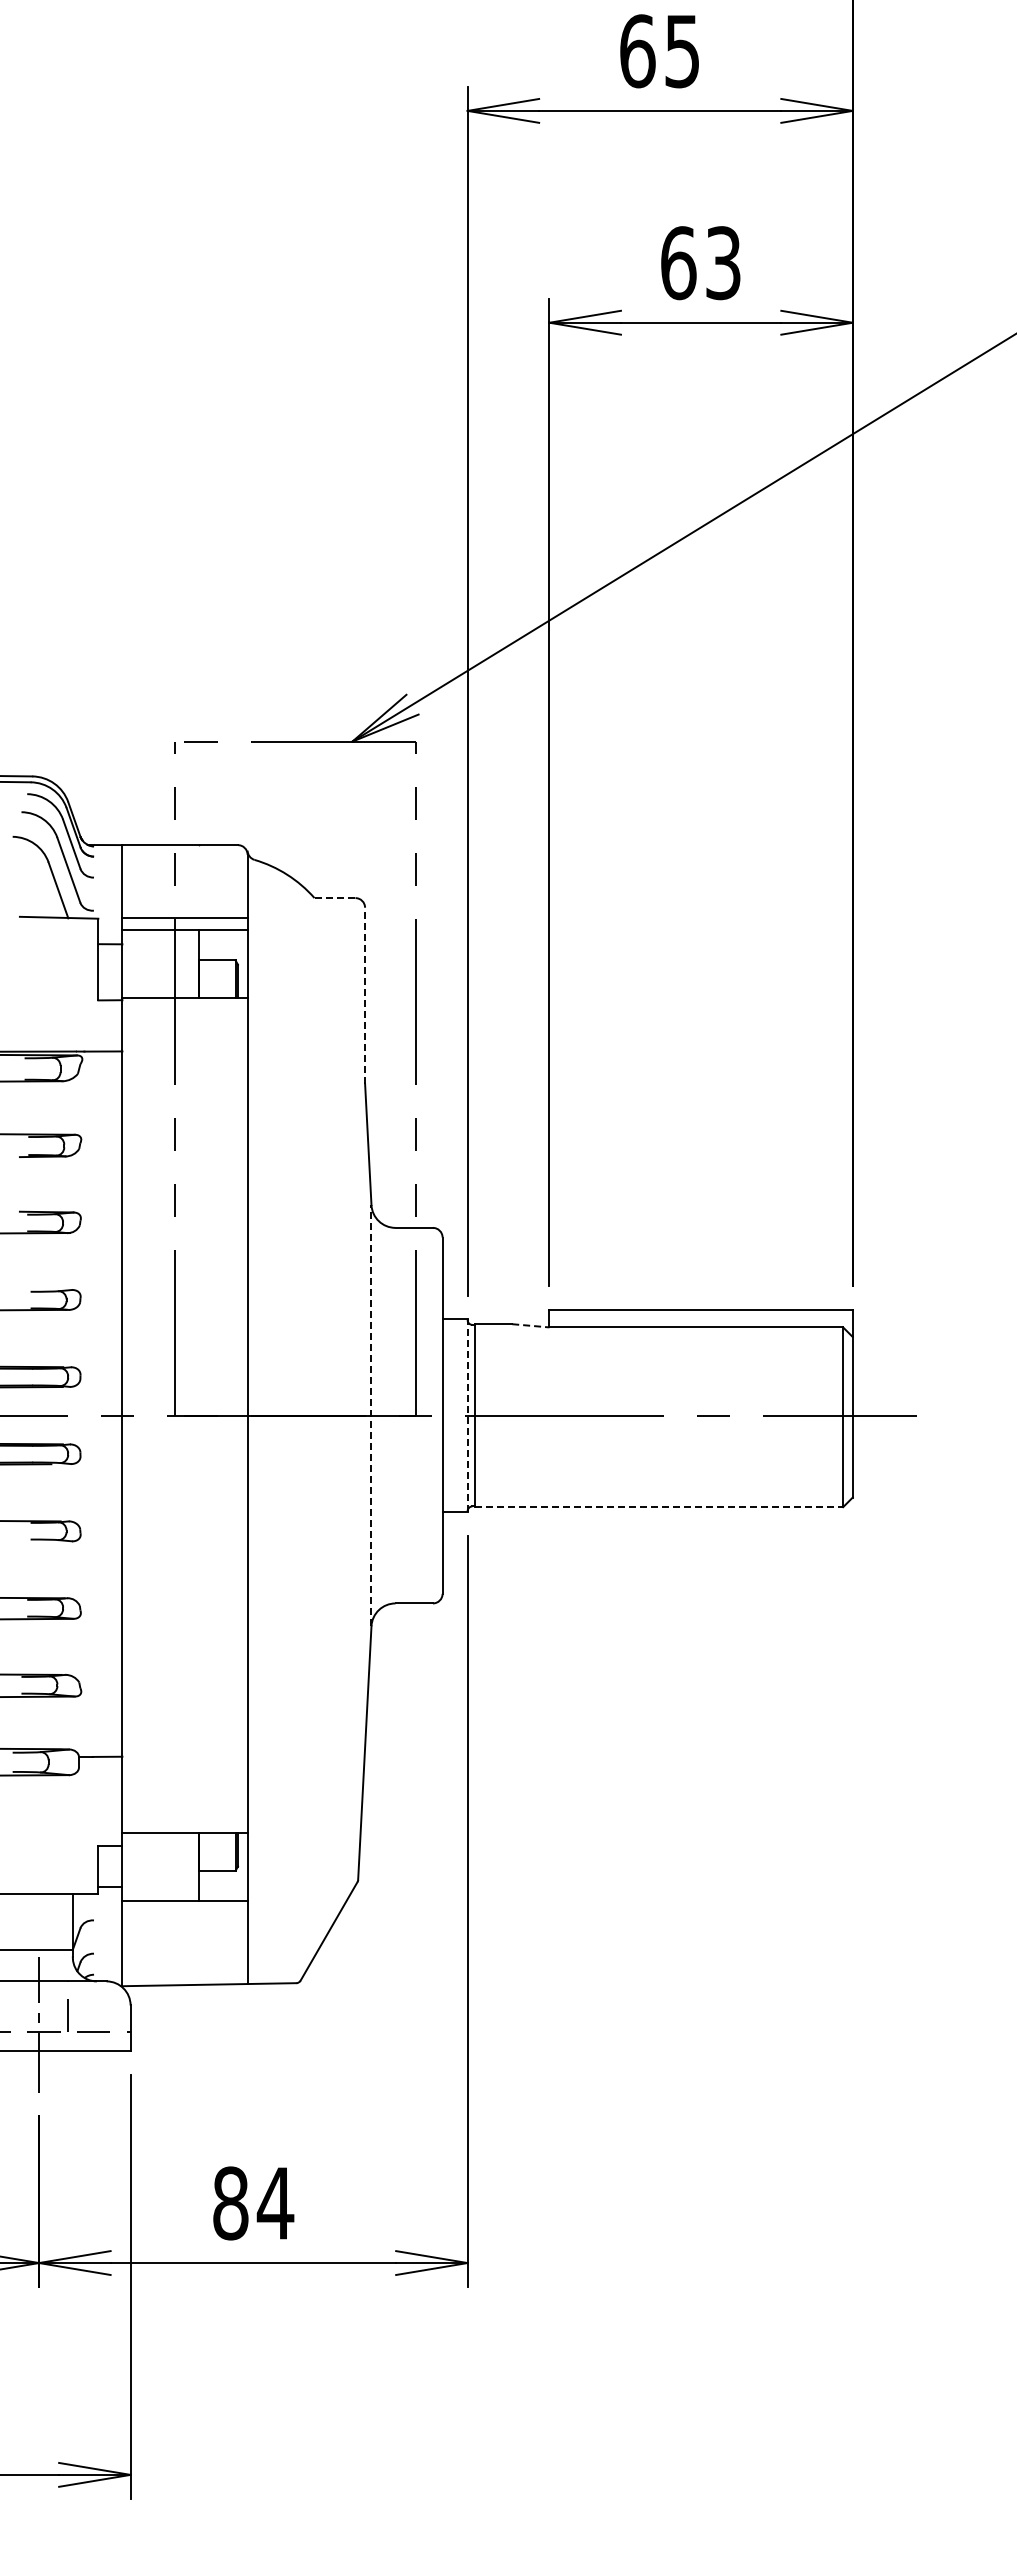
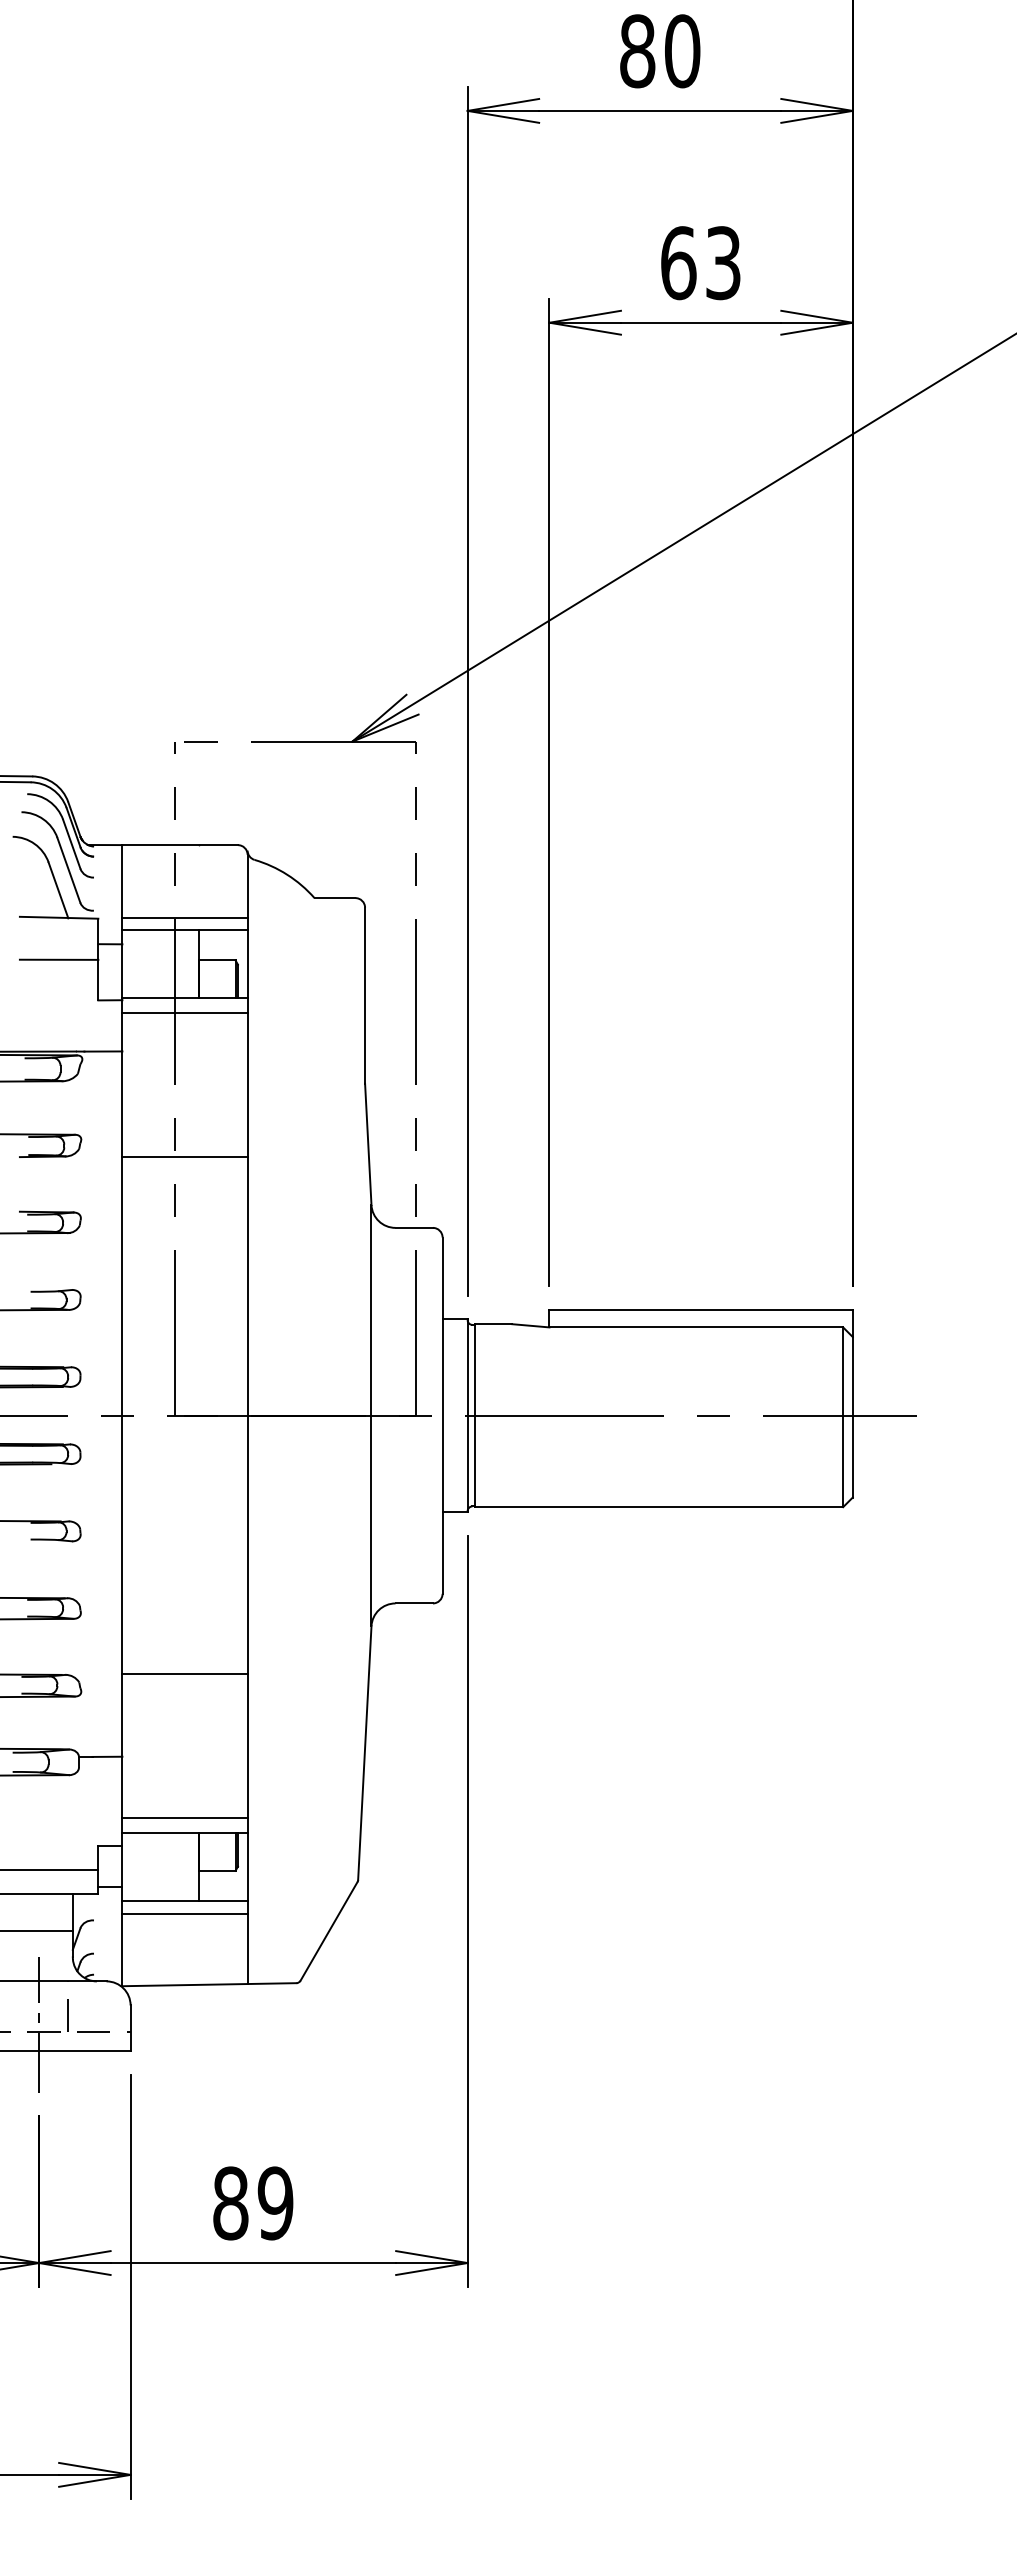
text at (660, 51): 65 -> 80
line at (334, 898): dashed -> solid
line at (58, 959): none -> present
line at (365, 995): dashed -> solid
line at (184, 1013): none -> present
line at (184, 1157): none -> present
line at (530, 1325): dashed -> solid
line at (371, 1415): dashed -> solid
line at (467, 1415): dashed -> solid
line at (659, 1507): dashed -> solid
line at (184, 1674): none -> present
line at (184, 1818): none -> present
line at (50, 1869): none -> present
line at (184, 1913): none -> present
line at (37, 1949) position: (37, 1949) -> (37, 1930)
text at (275, 2203): 84 -> 89
